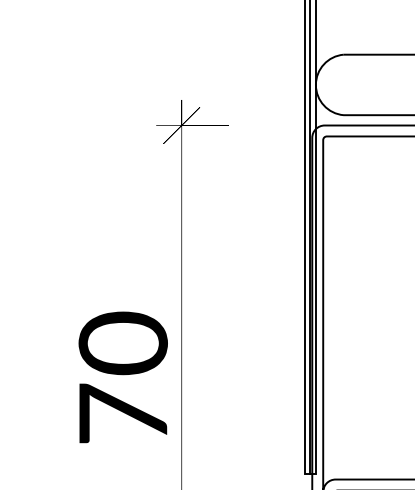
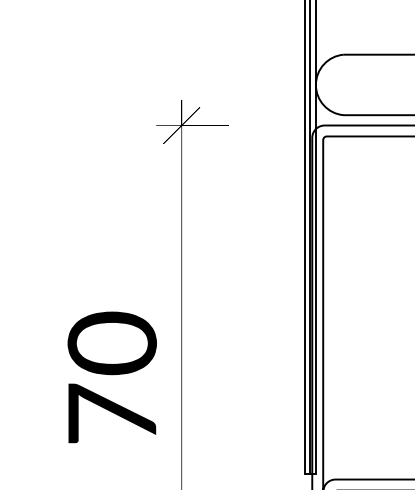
text at (122, 377) position: (122, 377) -> (111, 377)
